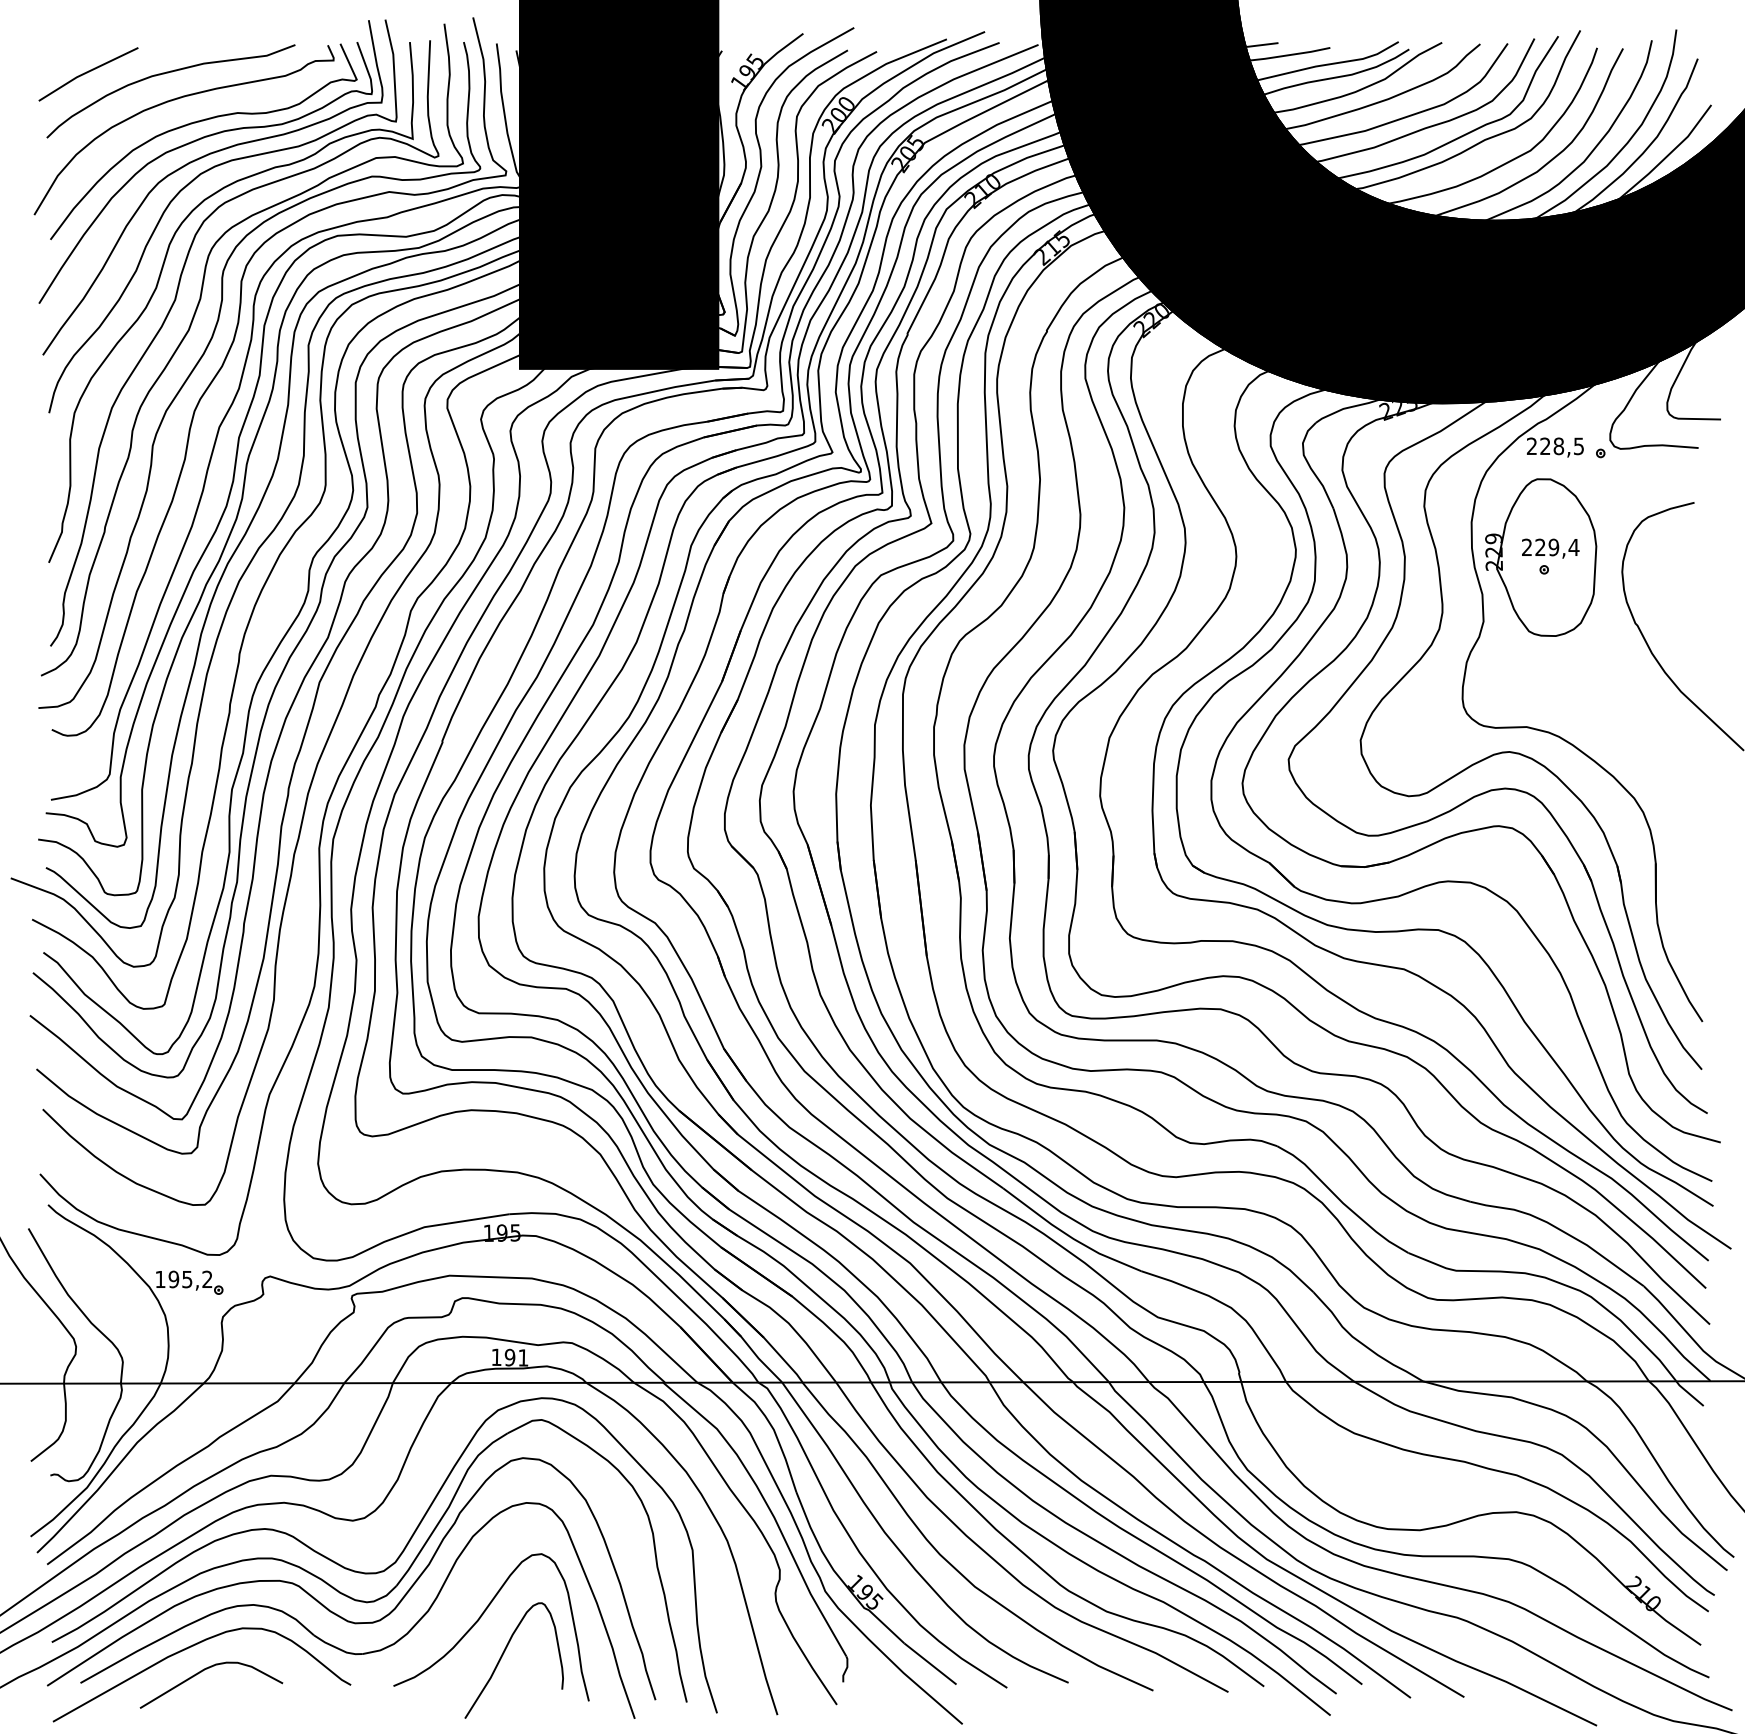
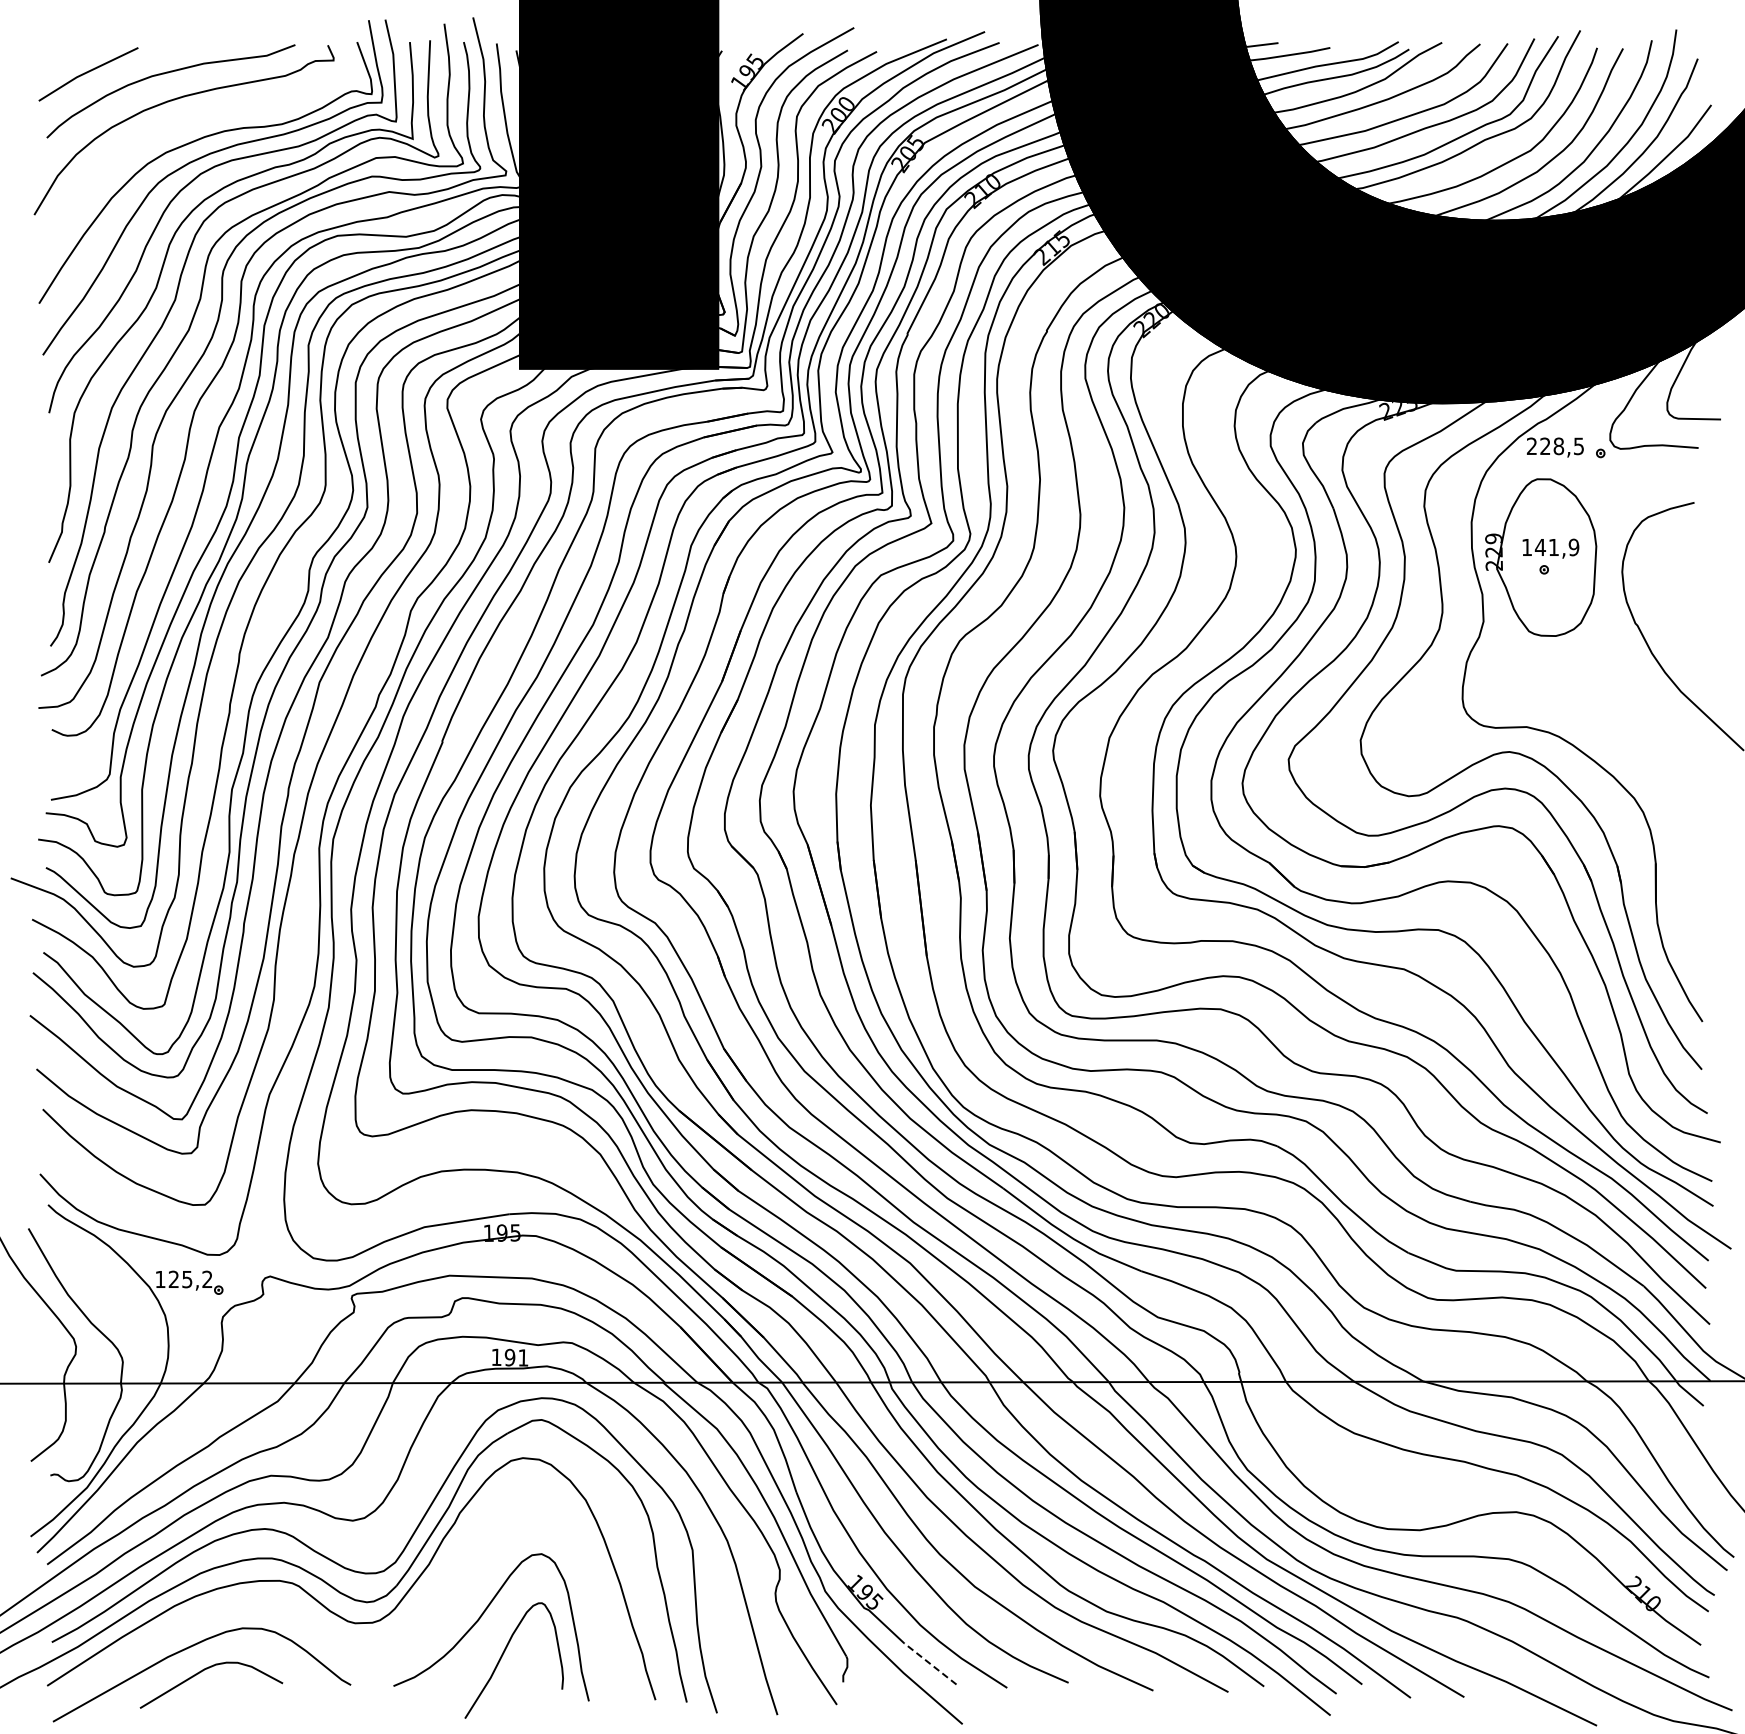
curve at (199, 122): present -> none
text at (1550, 547): 229,4 -> 141,9
text at (173, 1279): 195,2 -> 125,2
part at (338, 1647): present -> none
line at (930, 1663): solid -> dashed
